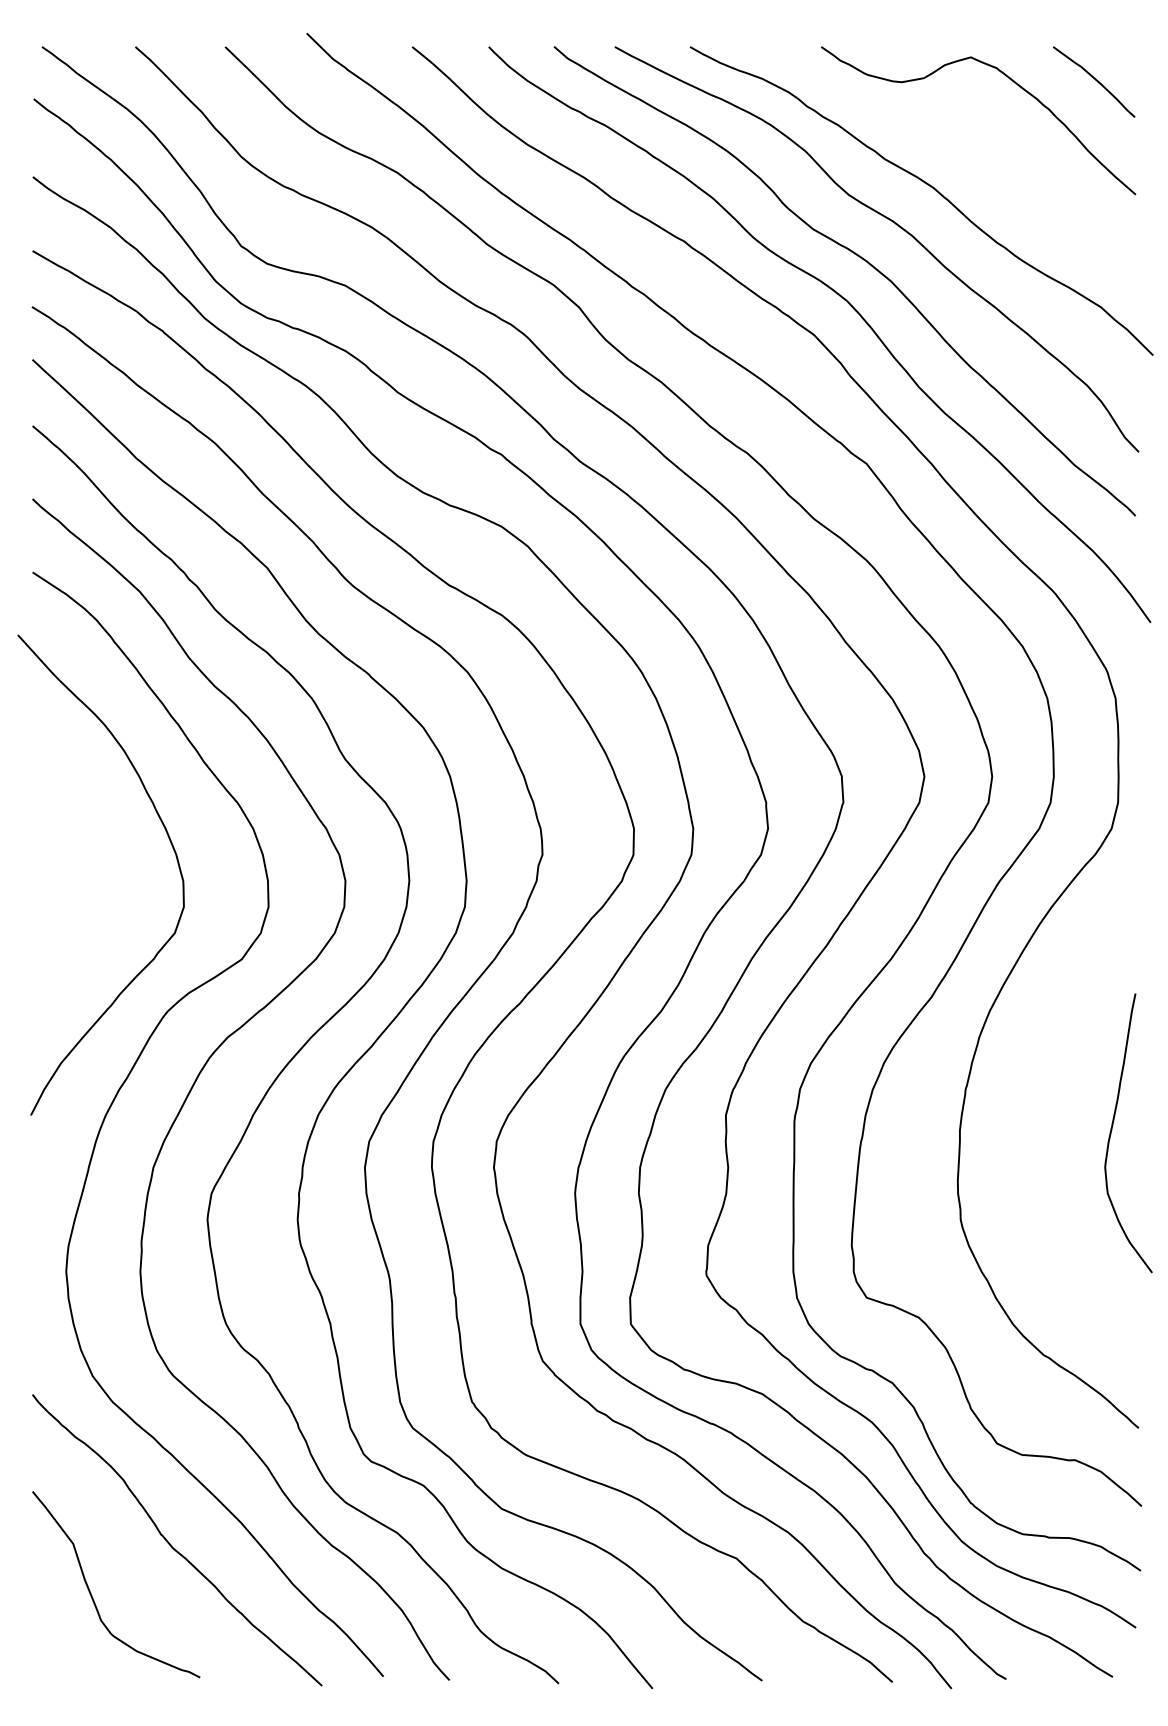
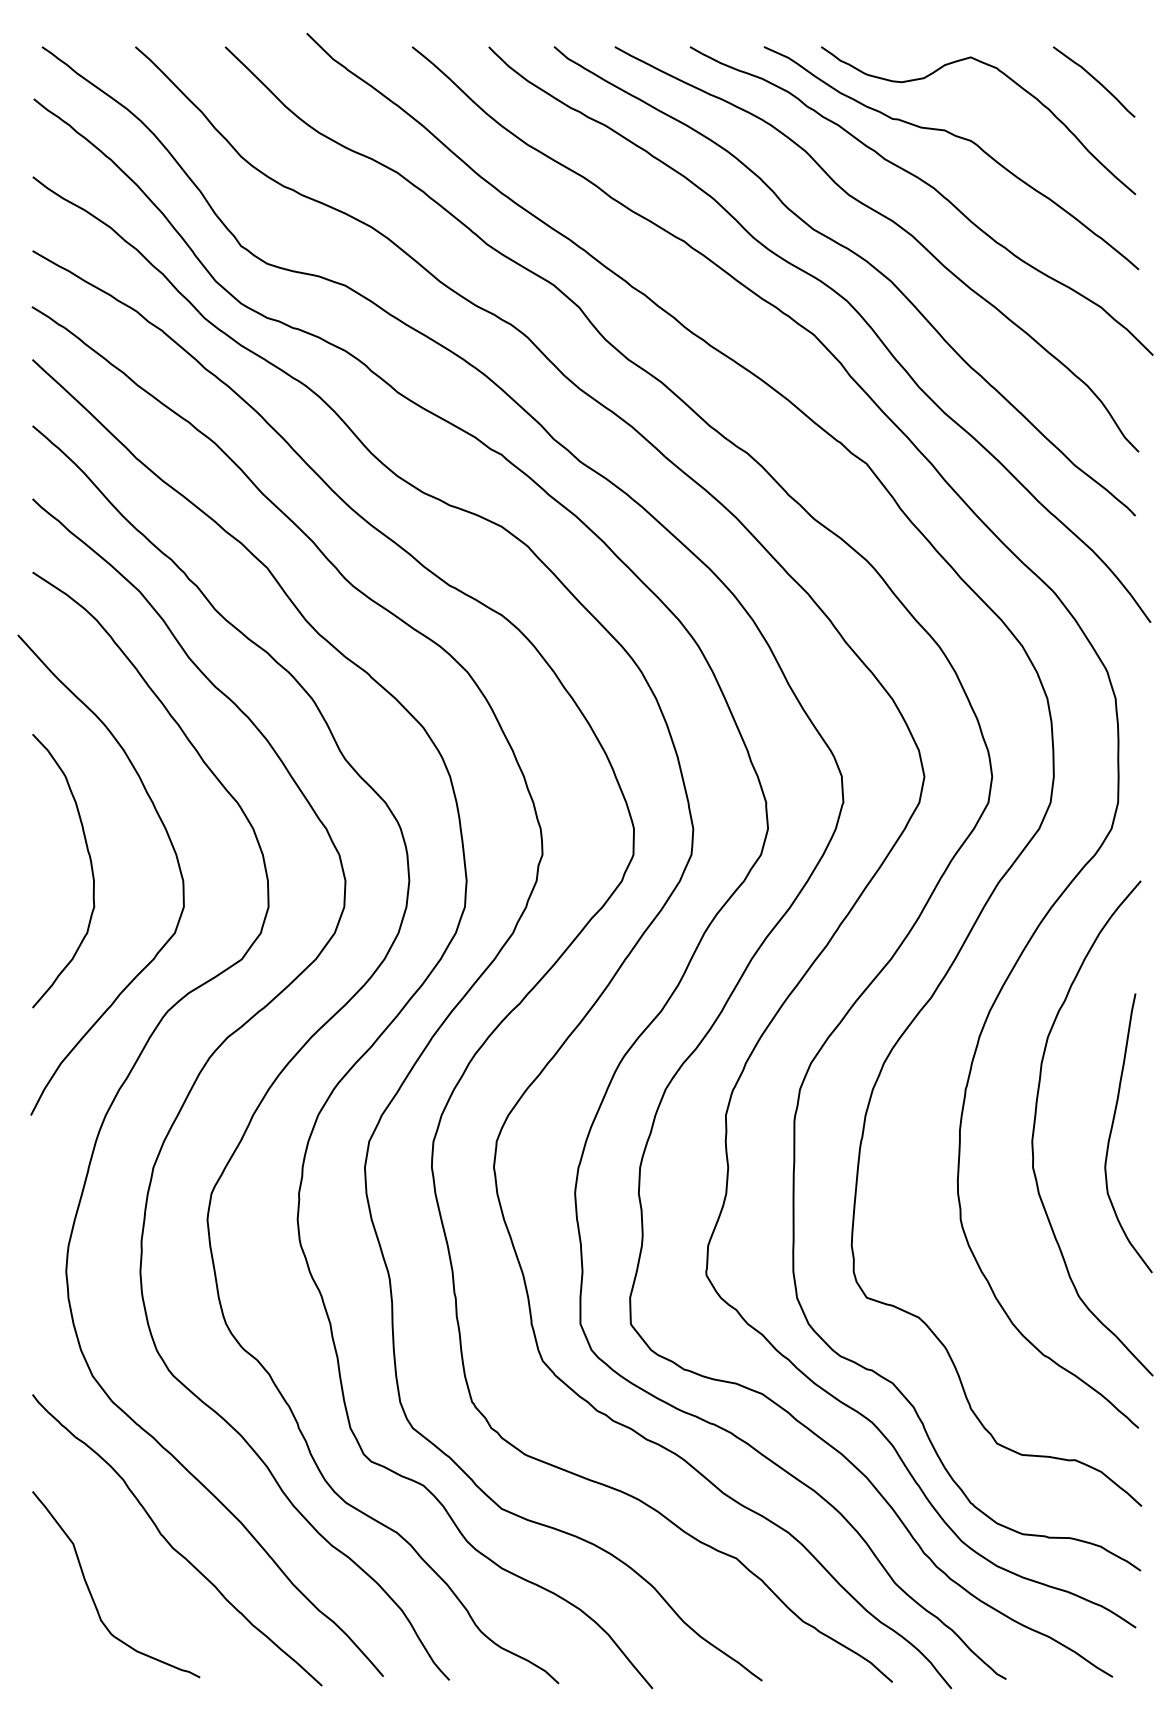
curve at (959, 138): none -> present
curve at (90, 866): none -> present
curve at (1035, 1125): none -> present
